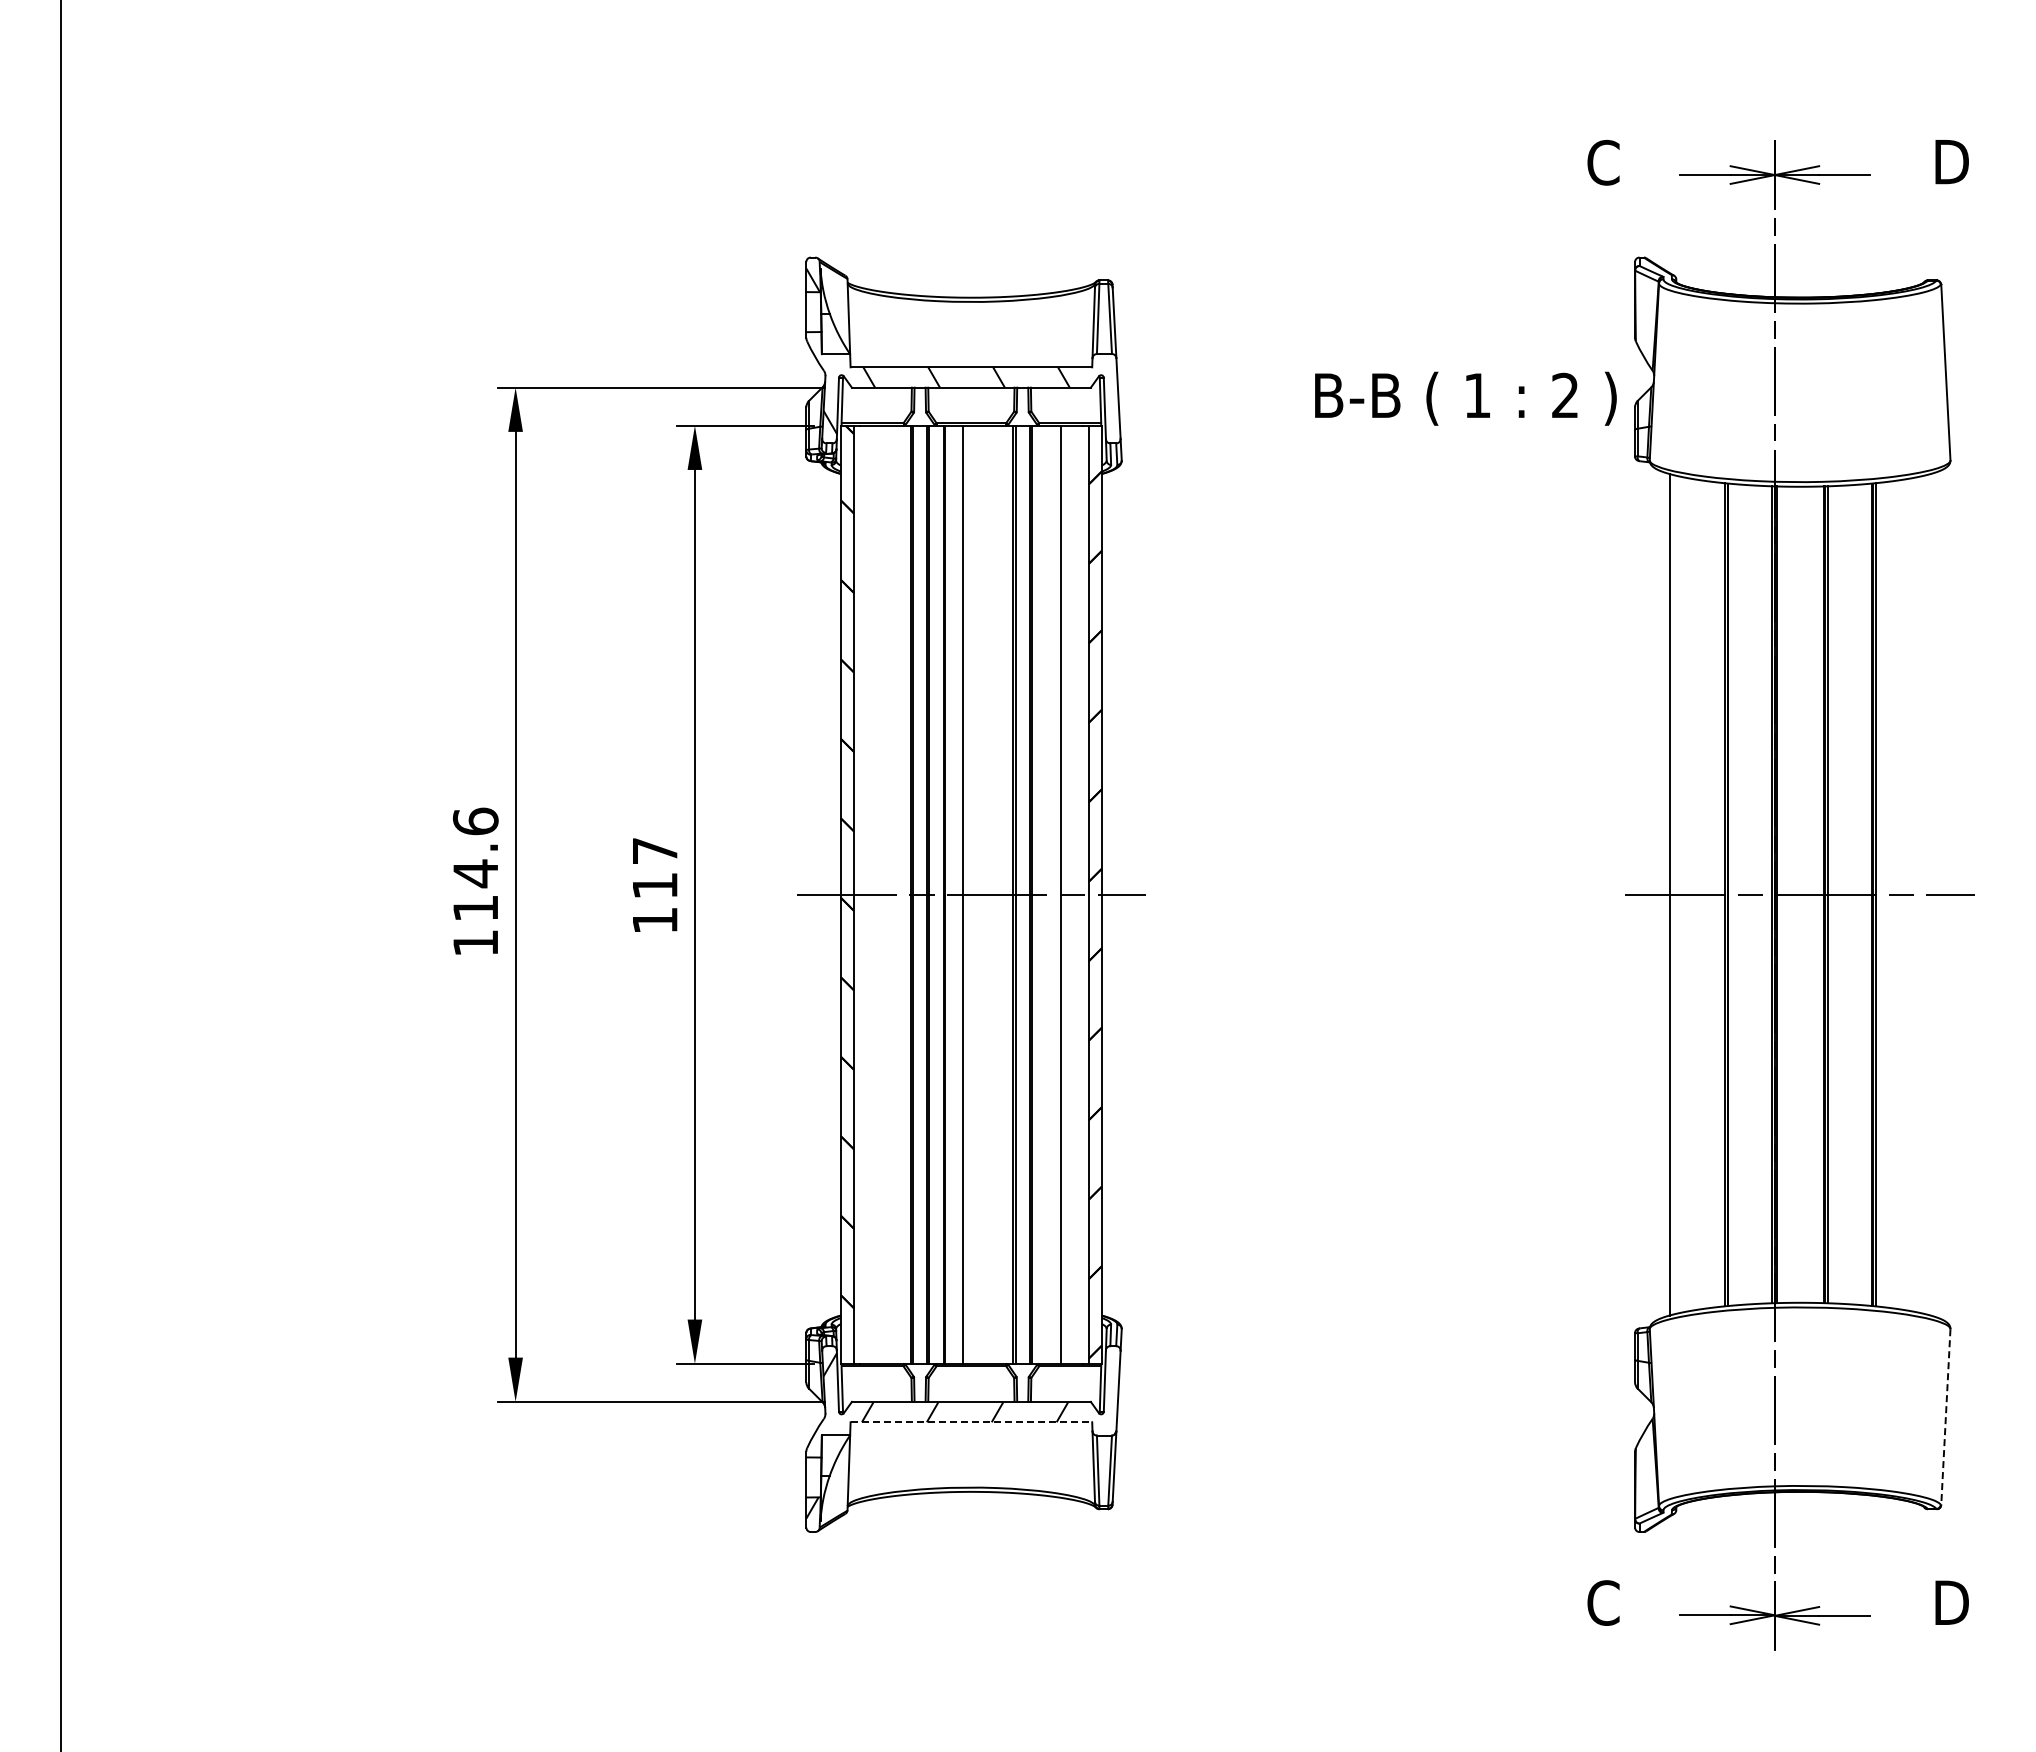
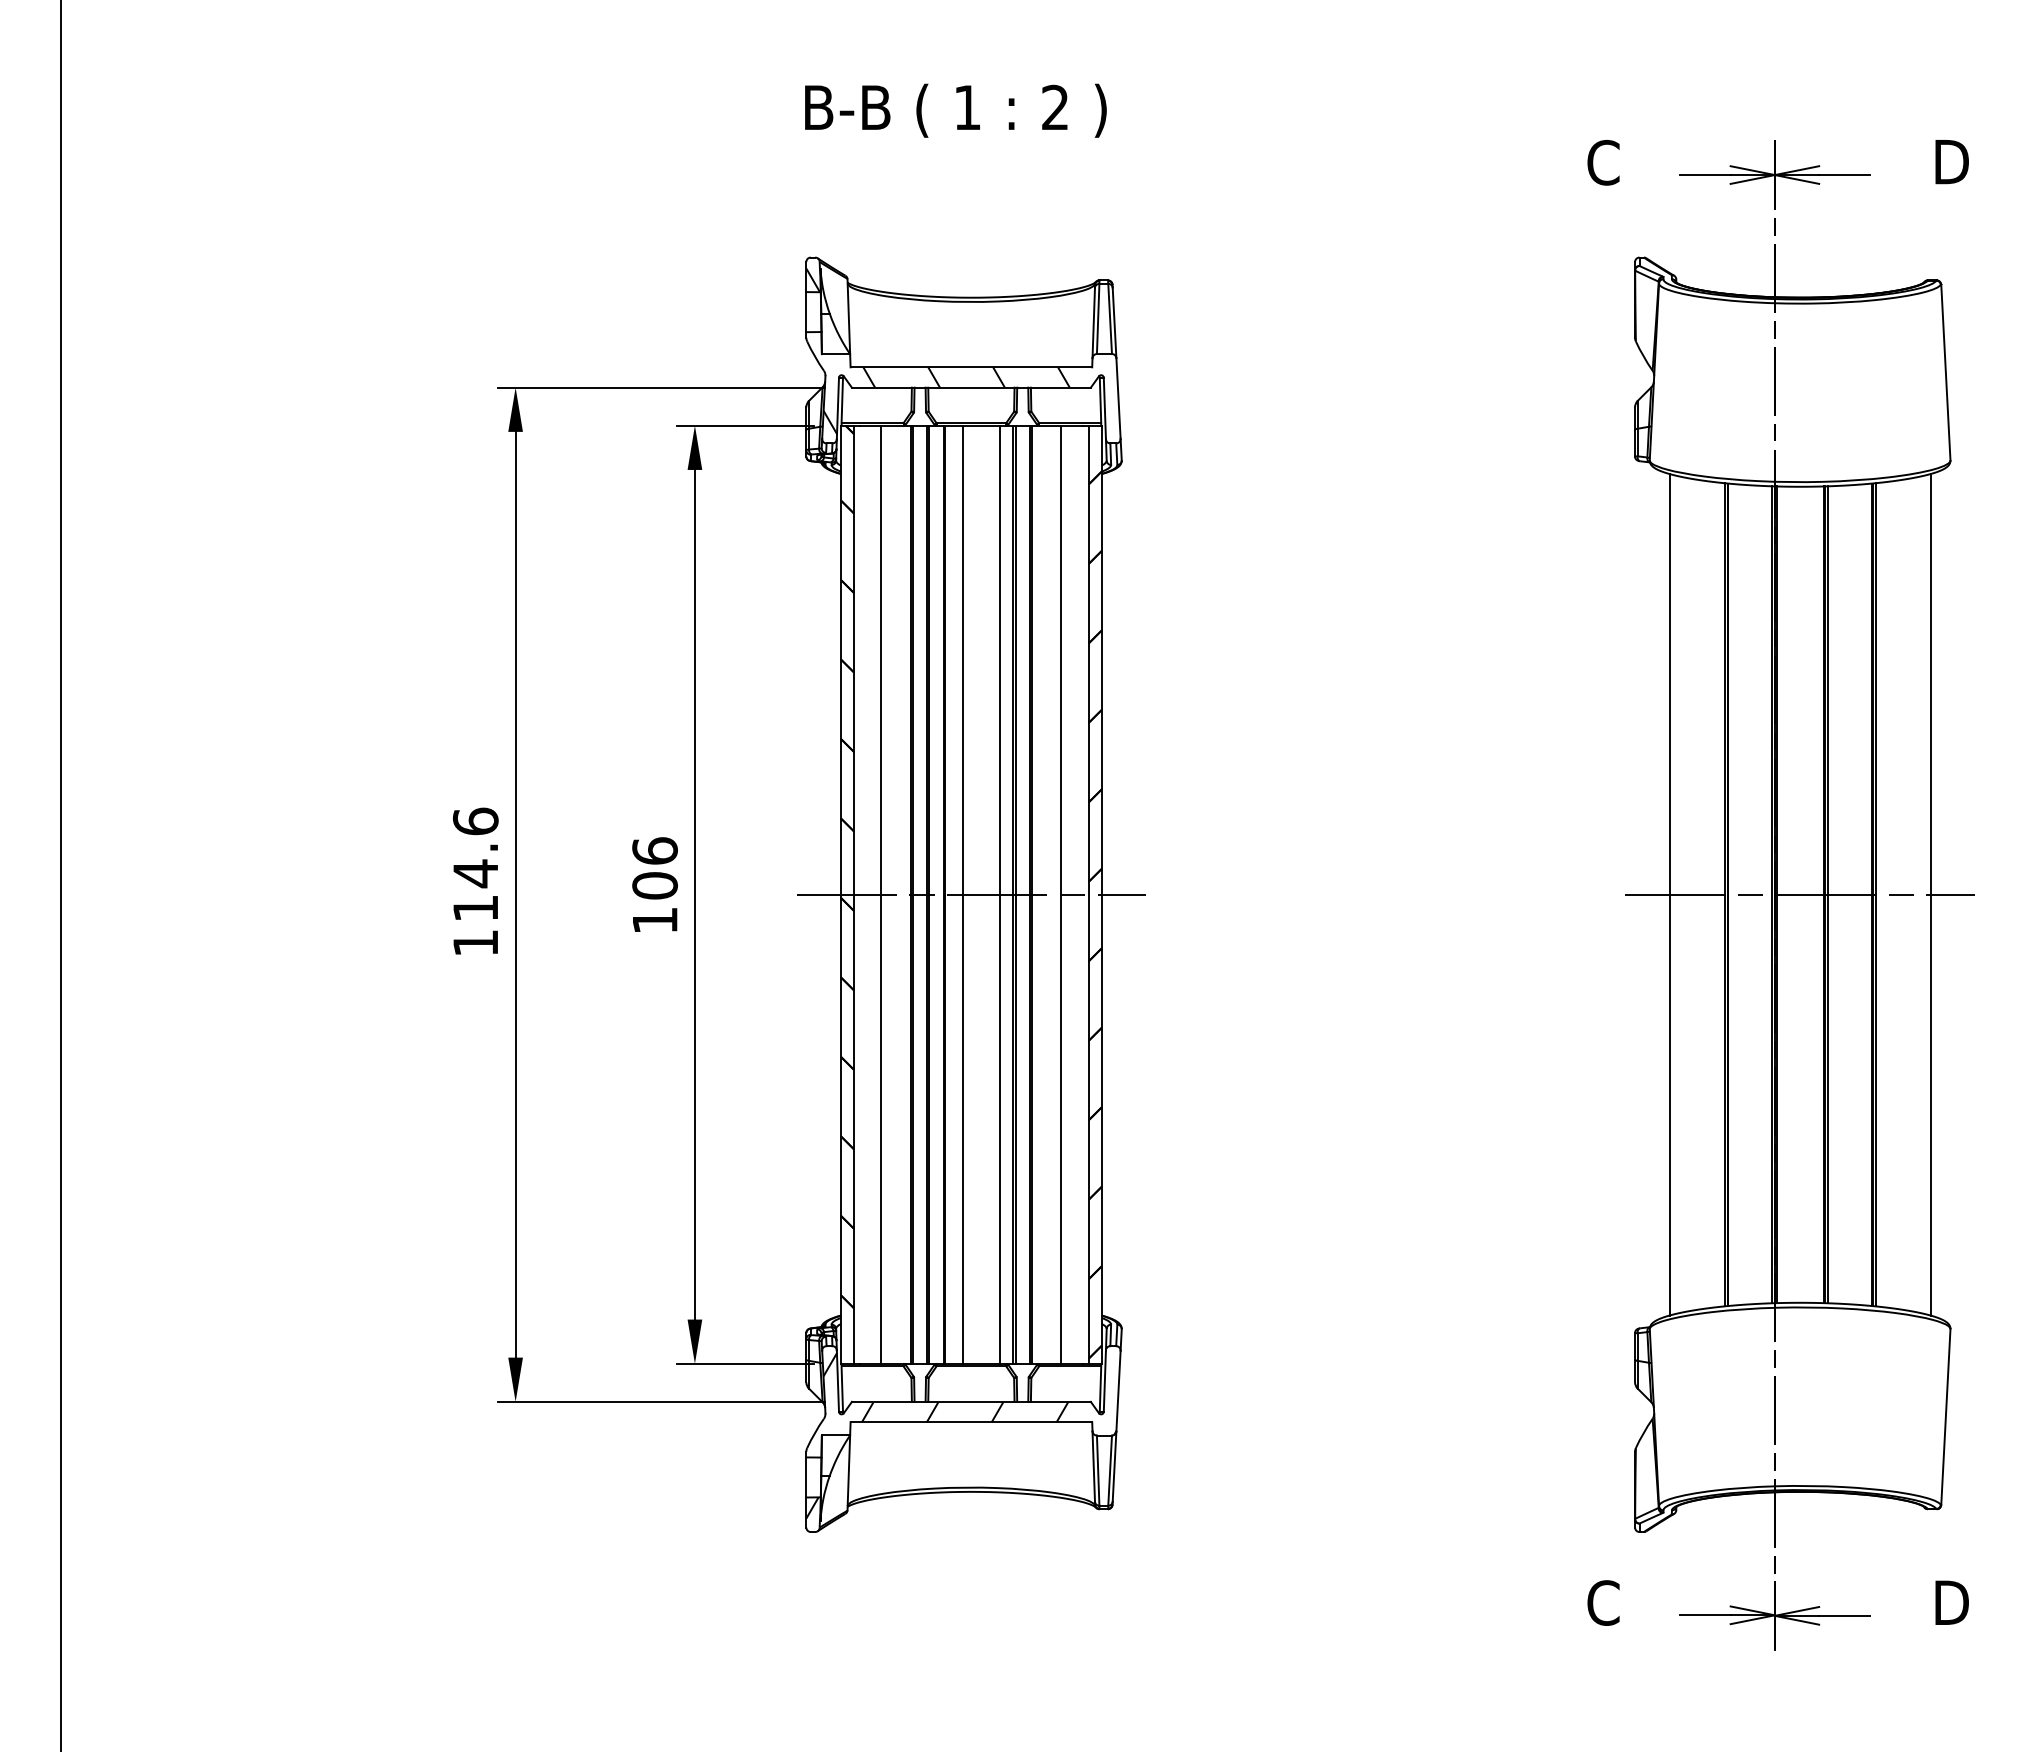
text at (1465, 398) position: (1465, 398) -> (955, 110)
text at (654, 868): 117 -> 106
line at (881, 894): none -> present
line at (1000, 894): none -> present
line at (1930, 894): none -> present
line at (1945, 1416): dashed -> solid
line at (971, 1422): dashed -> solid
